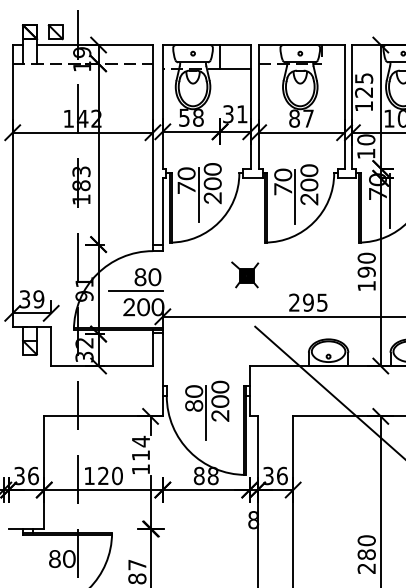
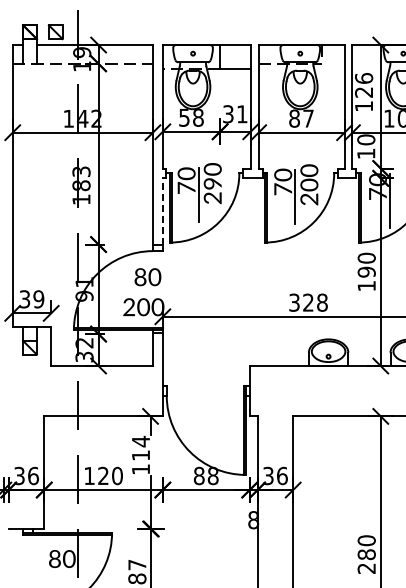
text at (364, 78): 125 -> 126
text at (213, 183): 200 -> 290
line at (162, 210): solid -> dashed
part at (245, 274): present -> none
line at (135, 290): present -> none
text at (308, 302): 295 -> 328
line at (328, 391): present -> none
part at (207, 410): present -> none
